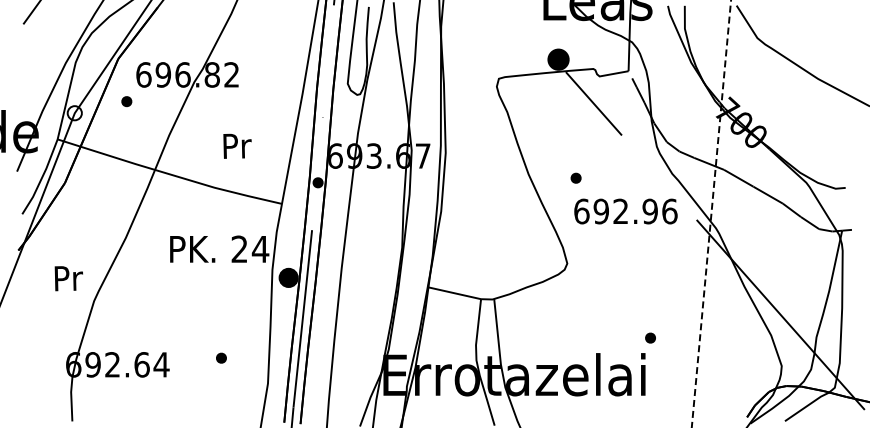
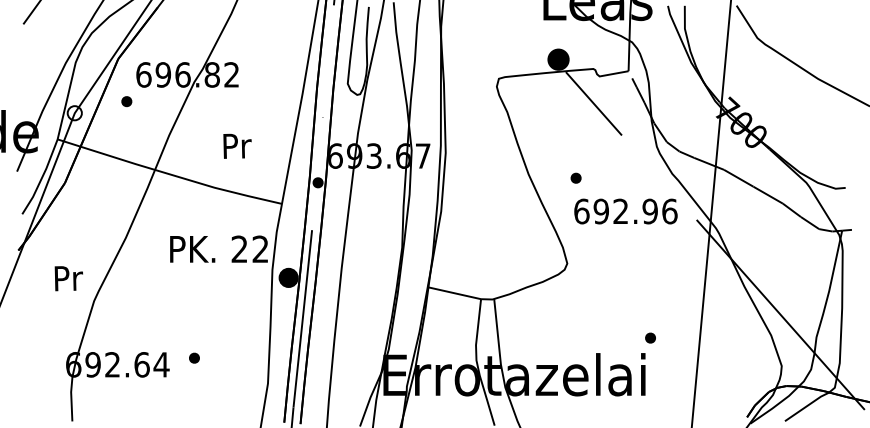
line at (711, 214): dashed -> solid
text at (260, 248): 24 -> 22
part at (221, 357) position: (221, 357) -> (194, 357)
